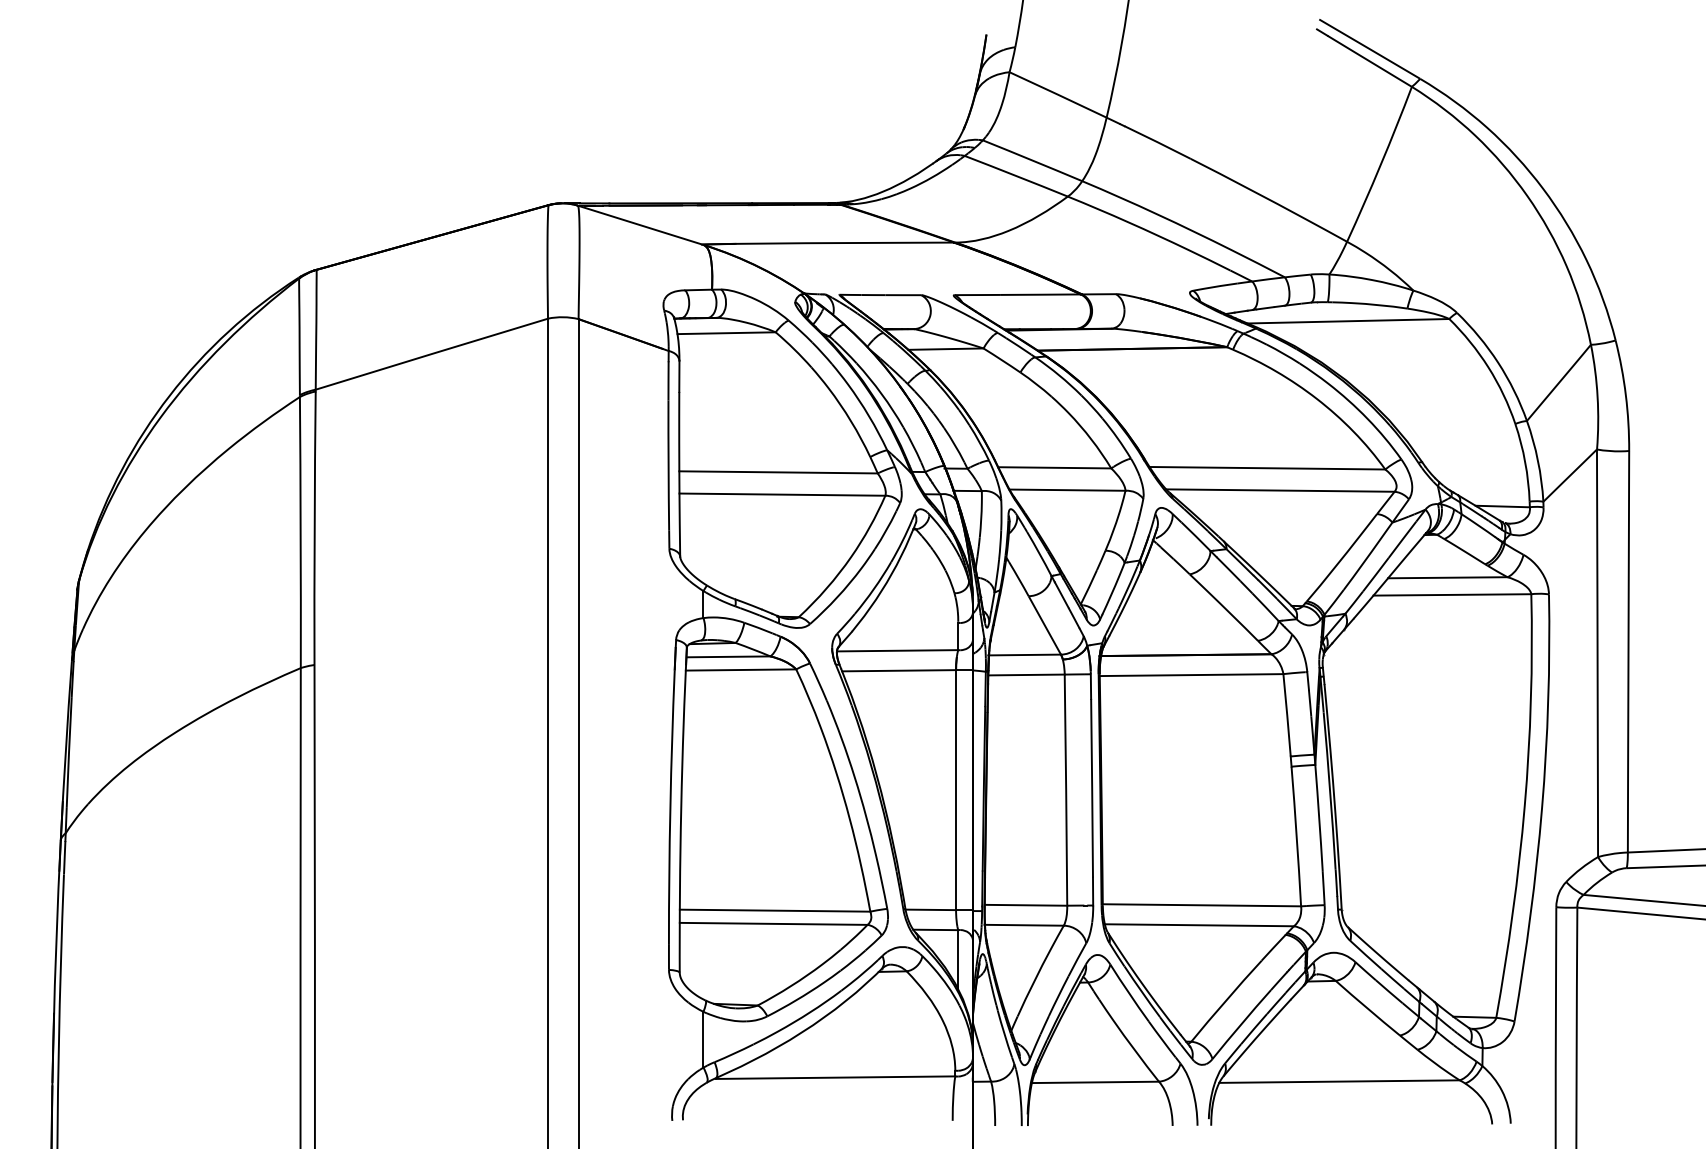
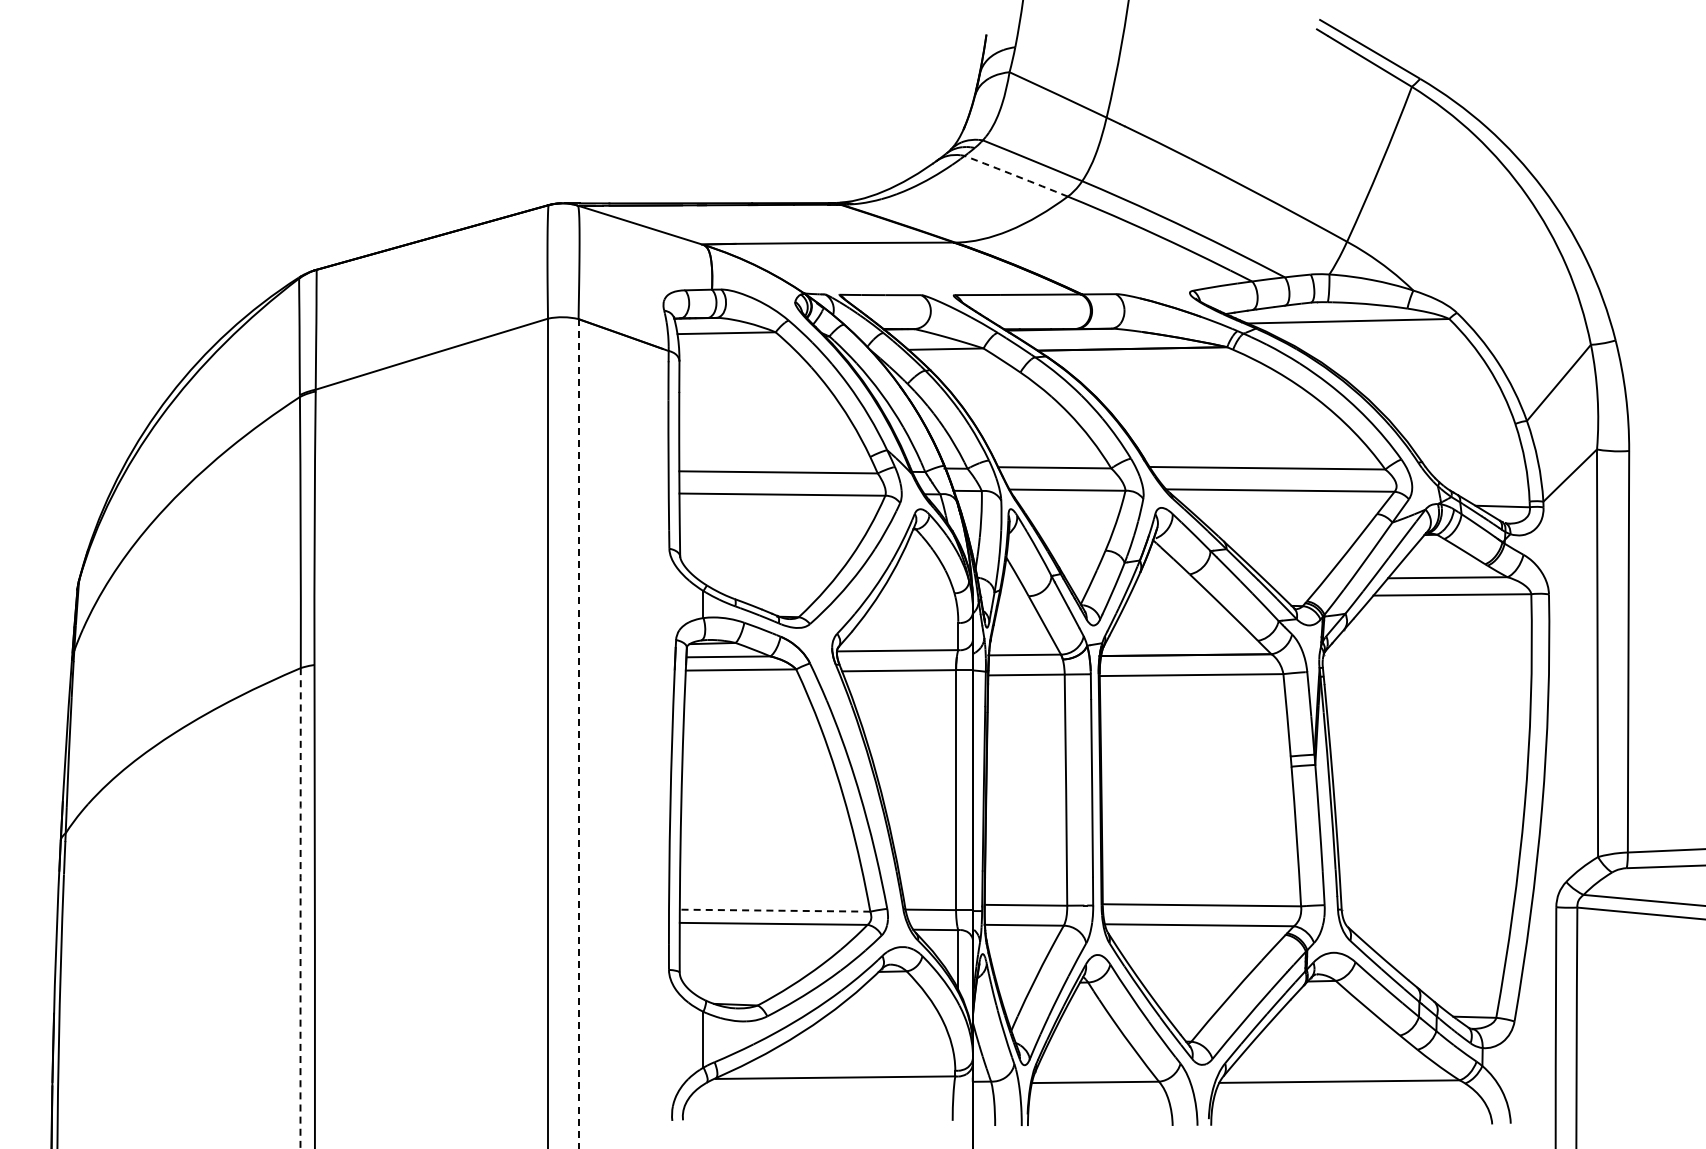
arc at (1016, 176): solid -> dashed
line at (578, 733): solid -> dashed
arc at (300, 908): solid -> dashed
line at (774, 910): solid -> dashed
